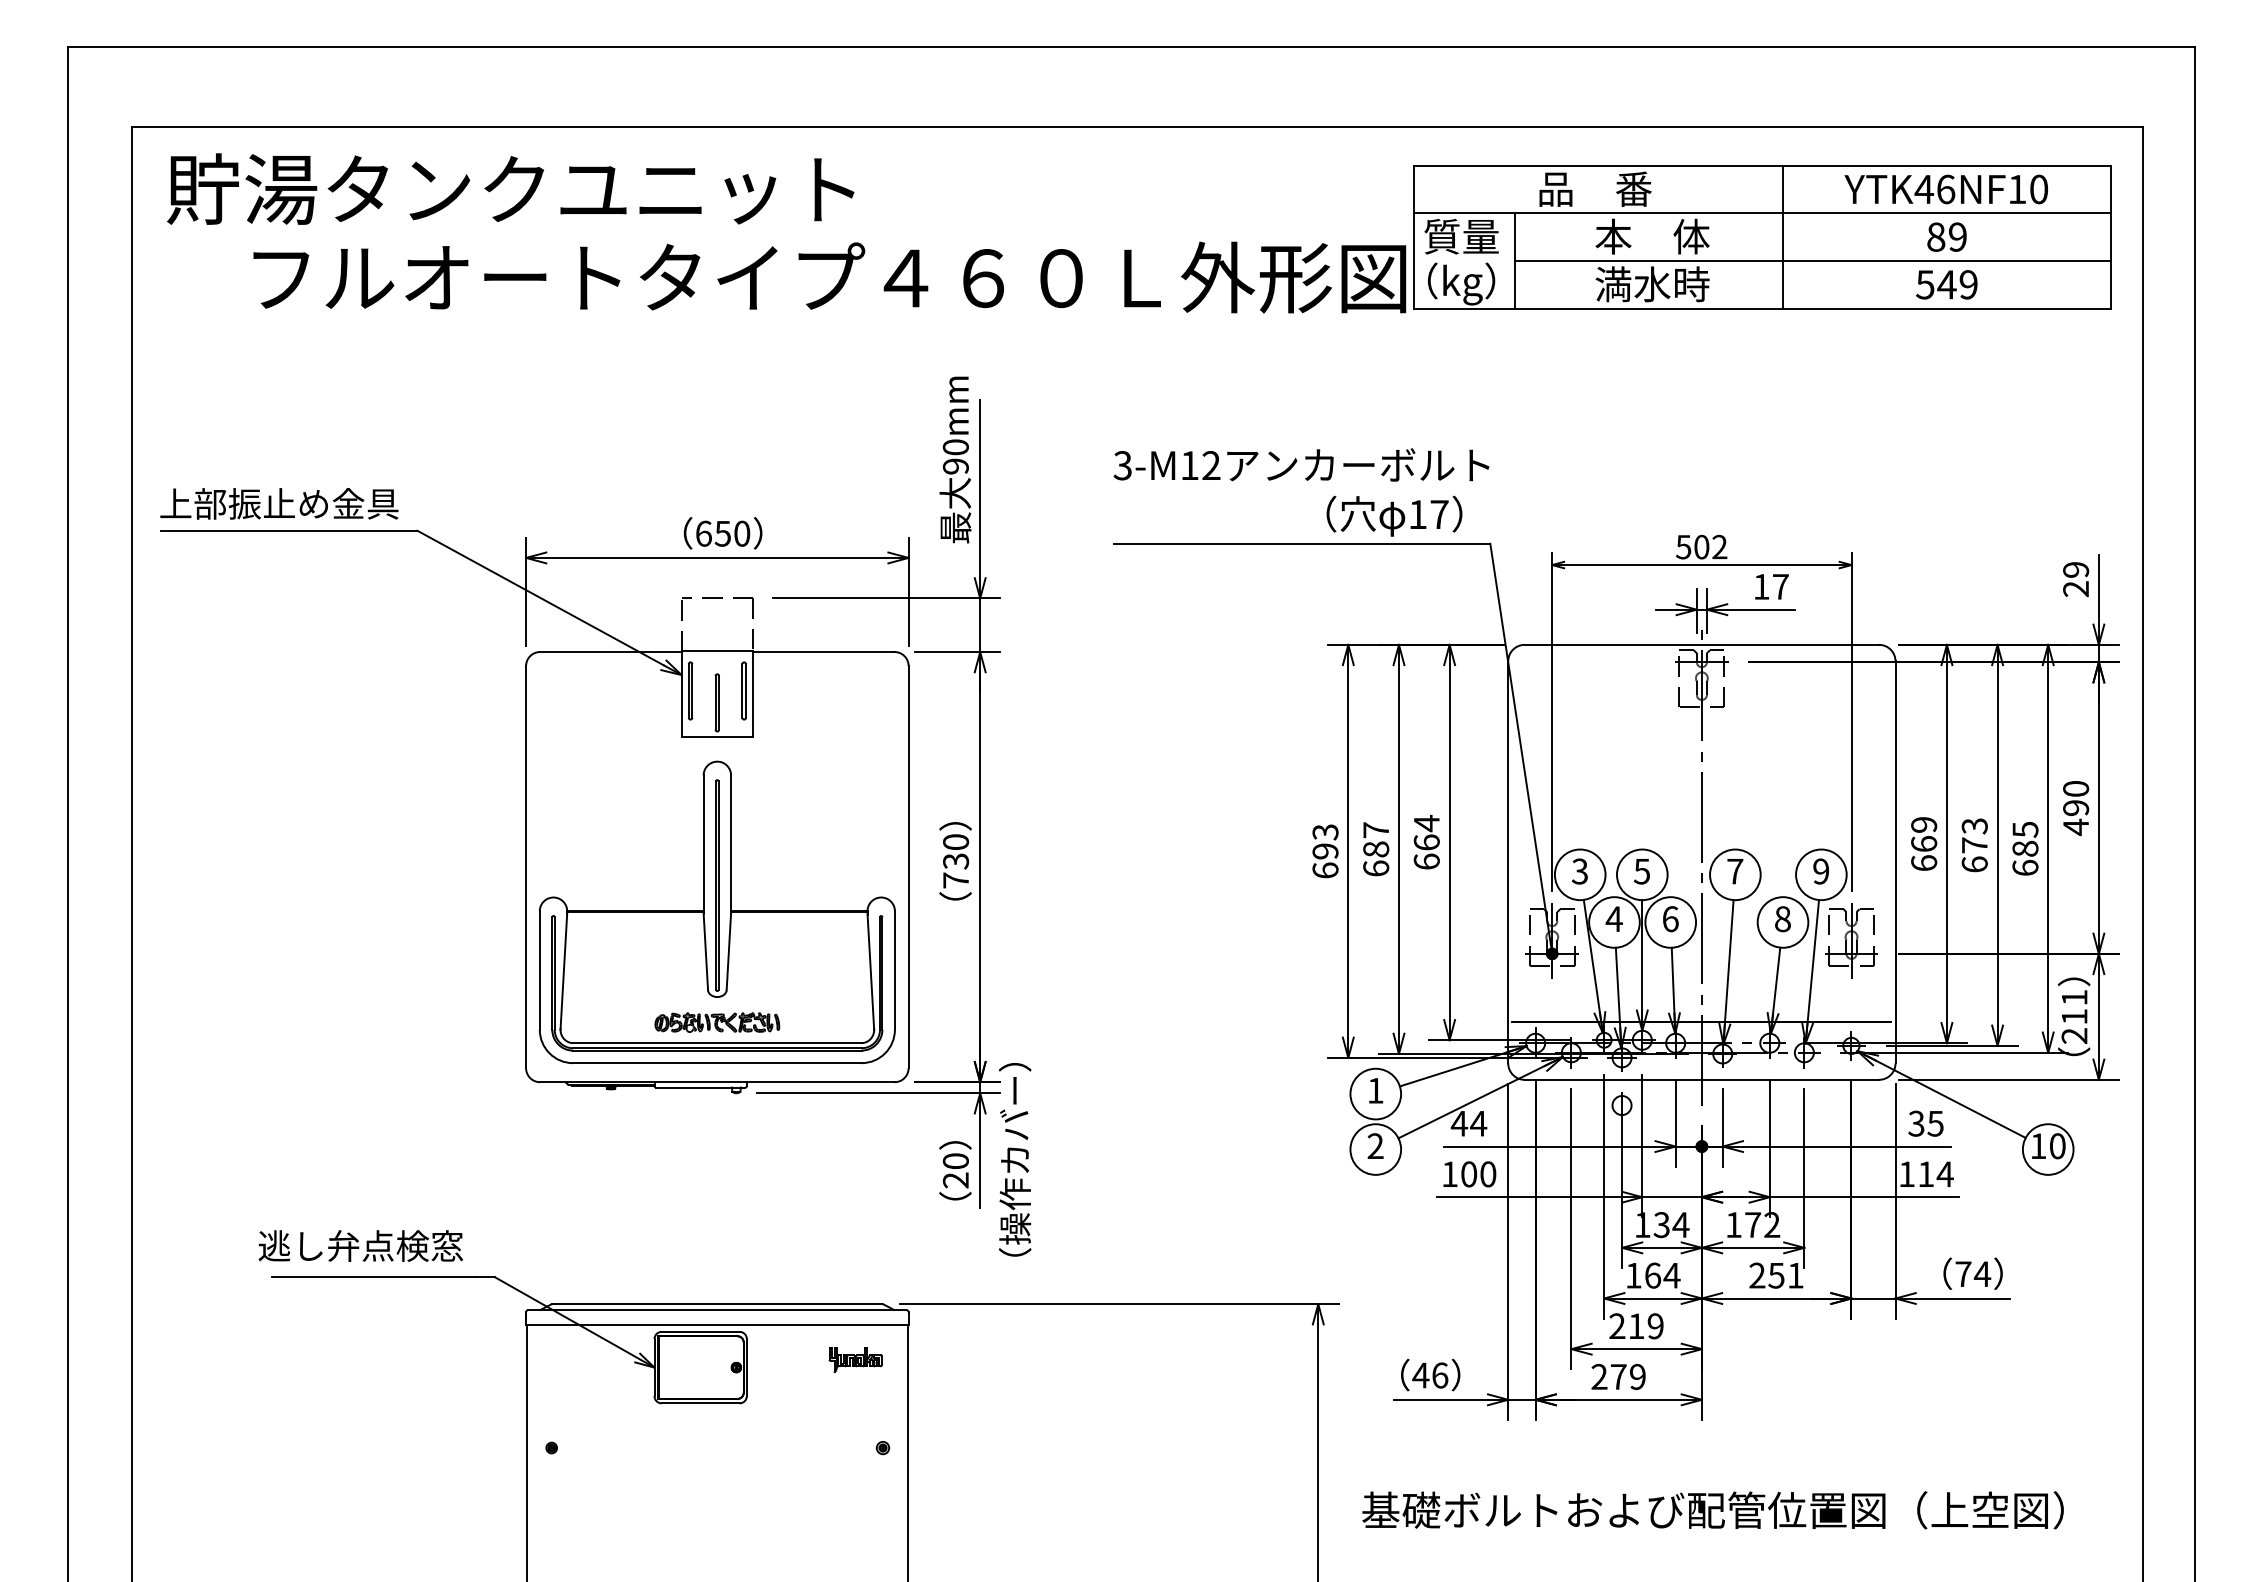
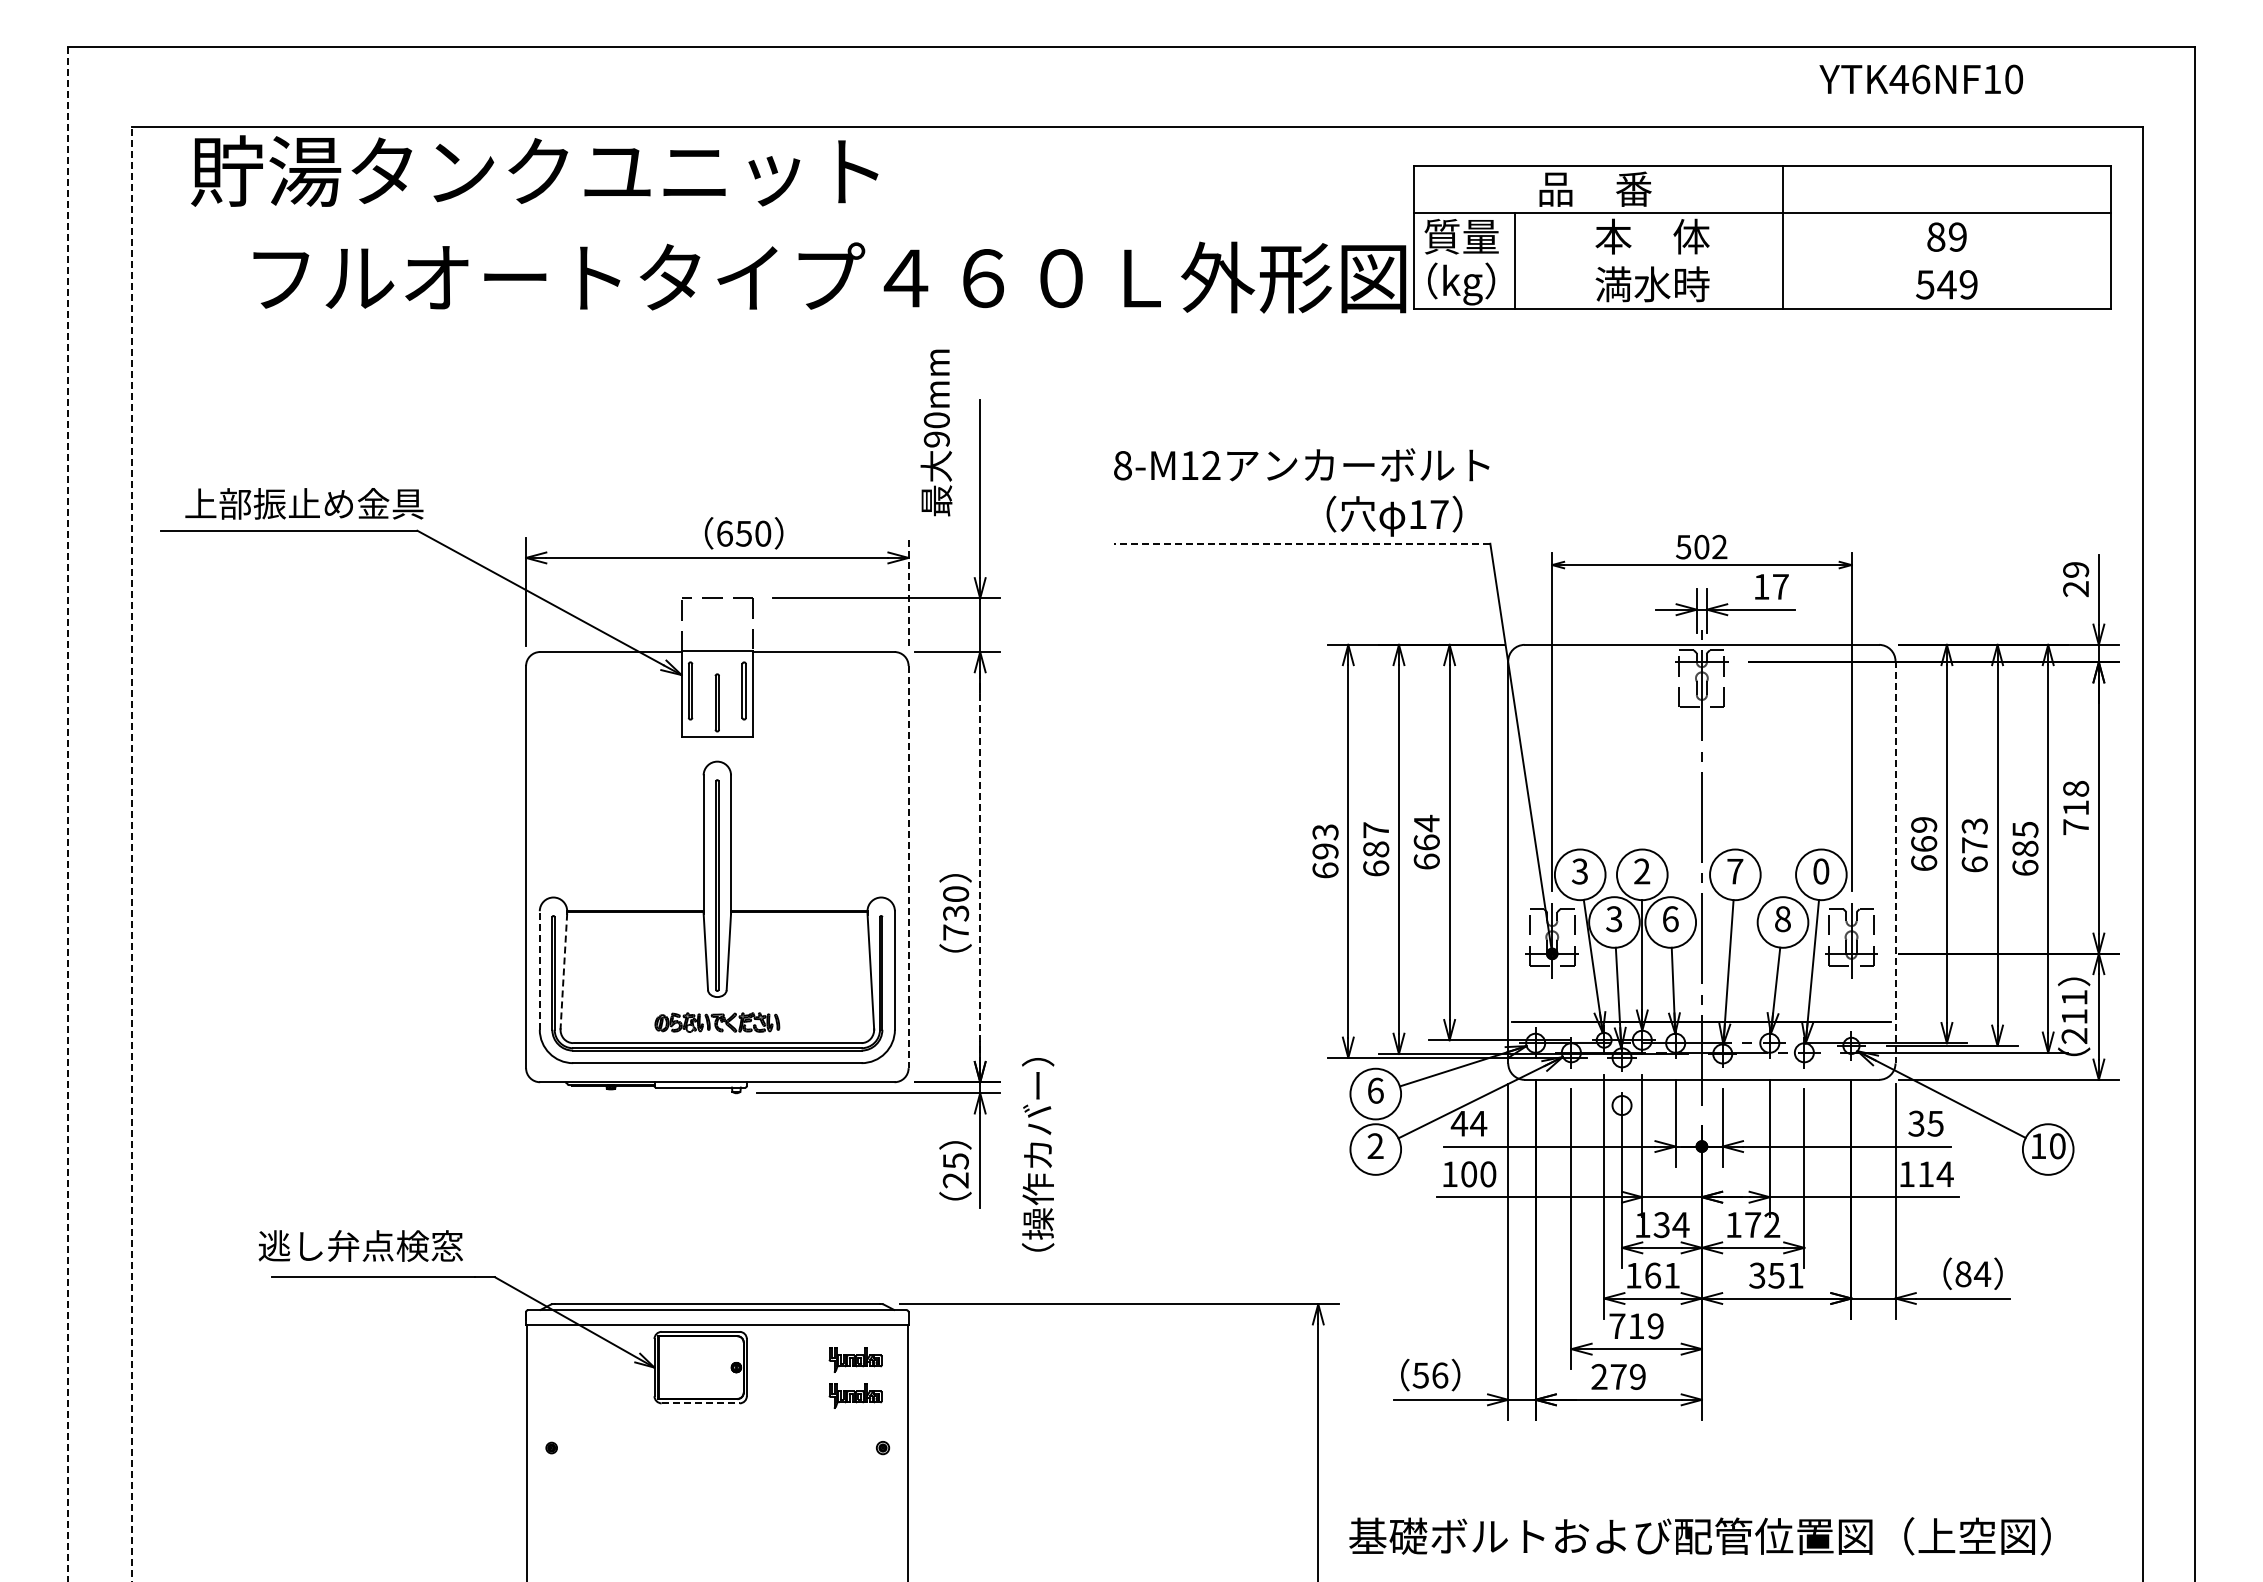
text at (510, 188) position: (510, 188) -> (534, 170)
text at (1945, 189) position: (1945, 189) -> (1920, 79)
line at (1813, 261): present -> none
text at (955, 459) position: (955, 459) -> (936, 432)
text at (1122, 465): 3-M12 -> 8-M12
text at (279, 503) position: (279, 503) -> (304, 503)
text at (722, 533) position: (722, 533) -> (743, 533)
line at (1301, 543): solid -> dashed
line at (908, 591): solid -> dashed
text at (2076, 808): 490 -> 718
line at (67, 814): solid -> dashed
line at (132, 853): solid -> dashed
text at (955, 861) position: (955, 861) -> (955, 913)
line at (1895, 862): solid -> dashed
line at (908, 867): solid -> dashed
line at (980, 867): solid -> dashed
text at (1641, 871): 5 -> 2
text at (1821, 871): 9 -> 0
text at (1613, 919): 4 -> 3
line at (539, 970): solid -> dashed
line at (563, 972): solid -> dashed
text at (1375, 1090): 1 -> 6
text at (1015, 1159) position: (1015, 1159) -> (1038, 1154)
text at (955, 1161): 20 -> 25
text at (1963, 1274): 74 -> 84
text at (1671, 1275): 164 -> 161
text at (1757, 1275): 251 -> 351
text at (1617, 1325): 219 -> 719
text at (1420, 1375): 46 -> 56
part at (855, 1395): none -> present
line at (701, 1403): solid -> dashed
text at (1712, 1510) position: (1712, 1510) -> (1699, 1536)
